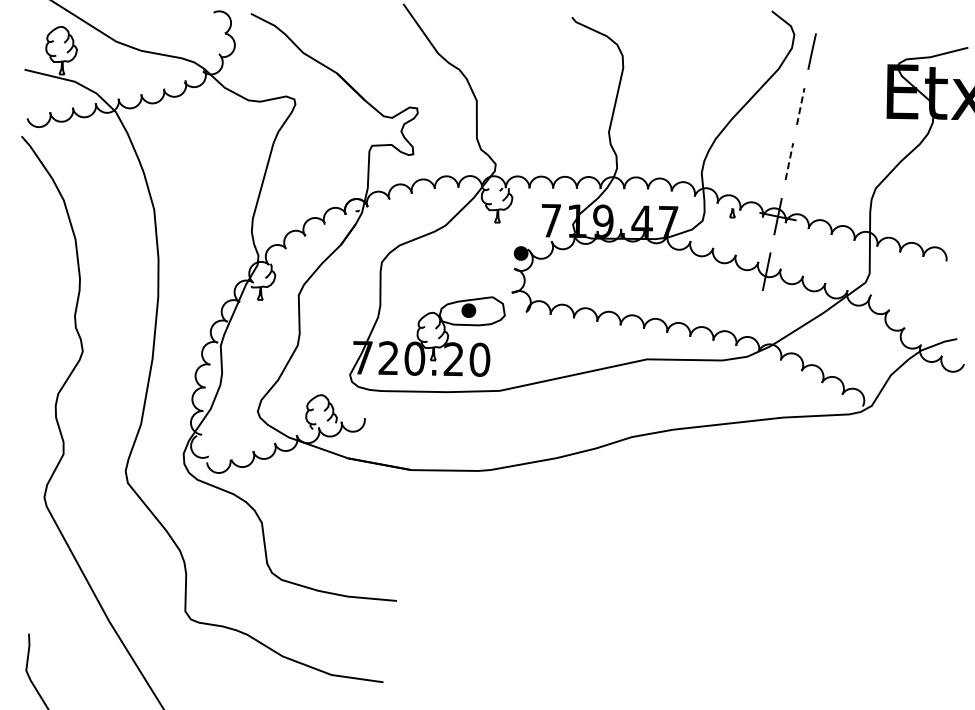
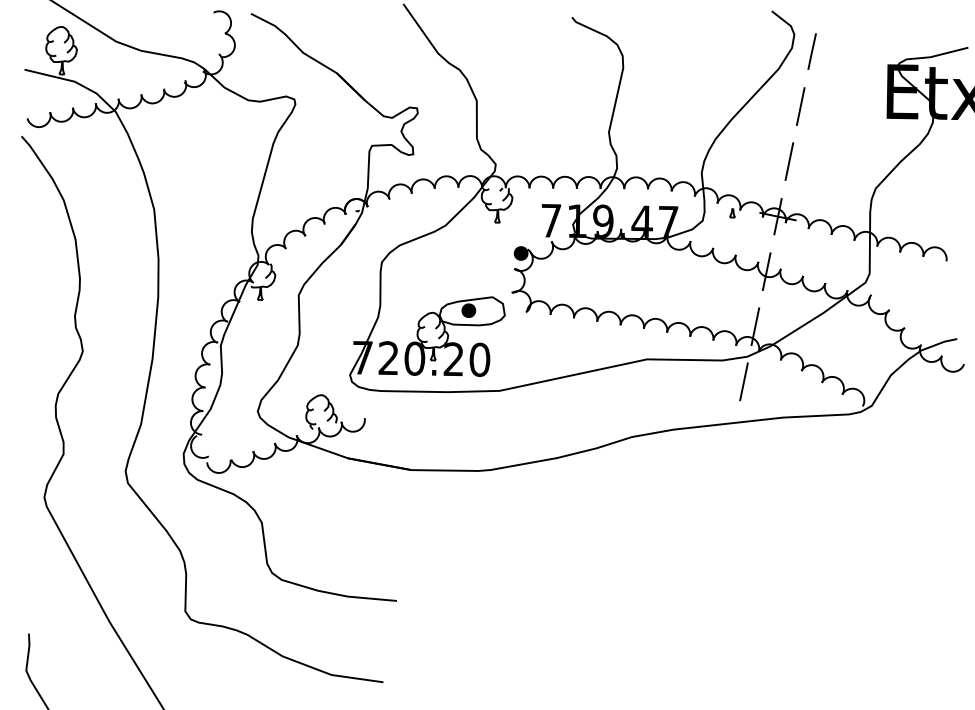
line at (800, 106): dashed -> solid
line at (789, 161): dashed -> solid
line at (755, 326): none -> present
line at (743, 381): none -> present
